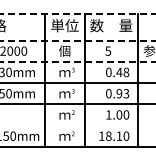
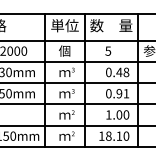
line at (78, 13): dashed -> solid
line at (78, 40): dashed -> solid
line at (78, 61): dashed -> solid
text at (126, 93): 0.93 -> 0.91
line at (77, 125): none -> present
